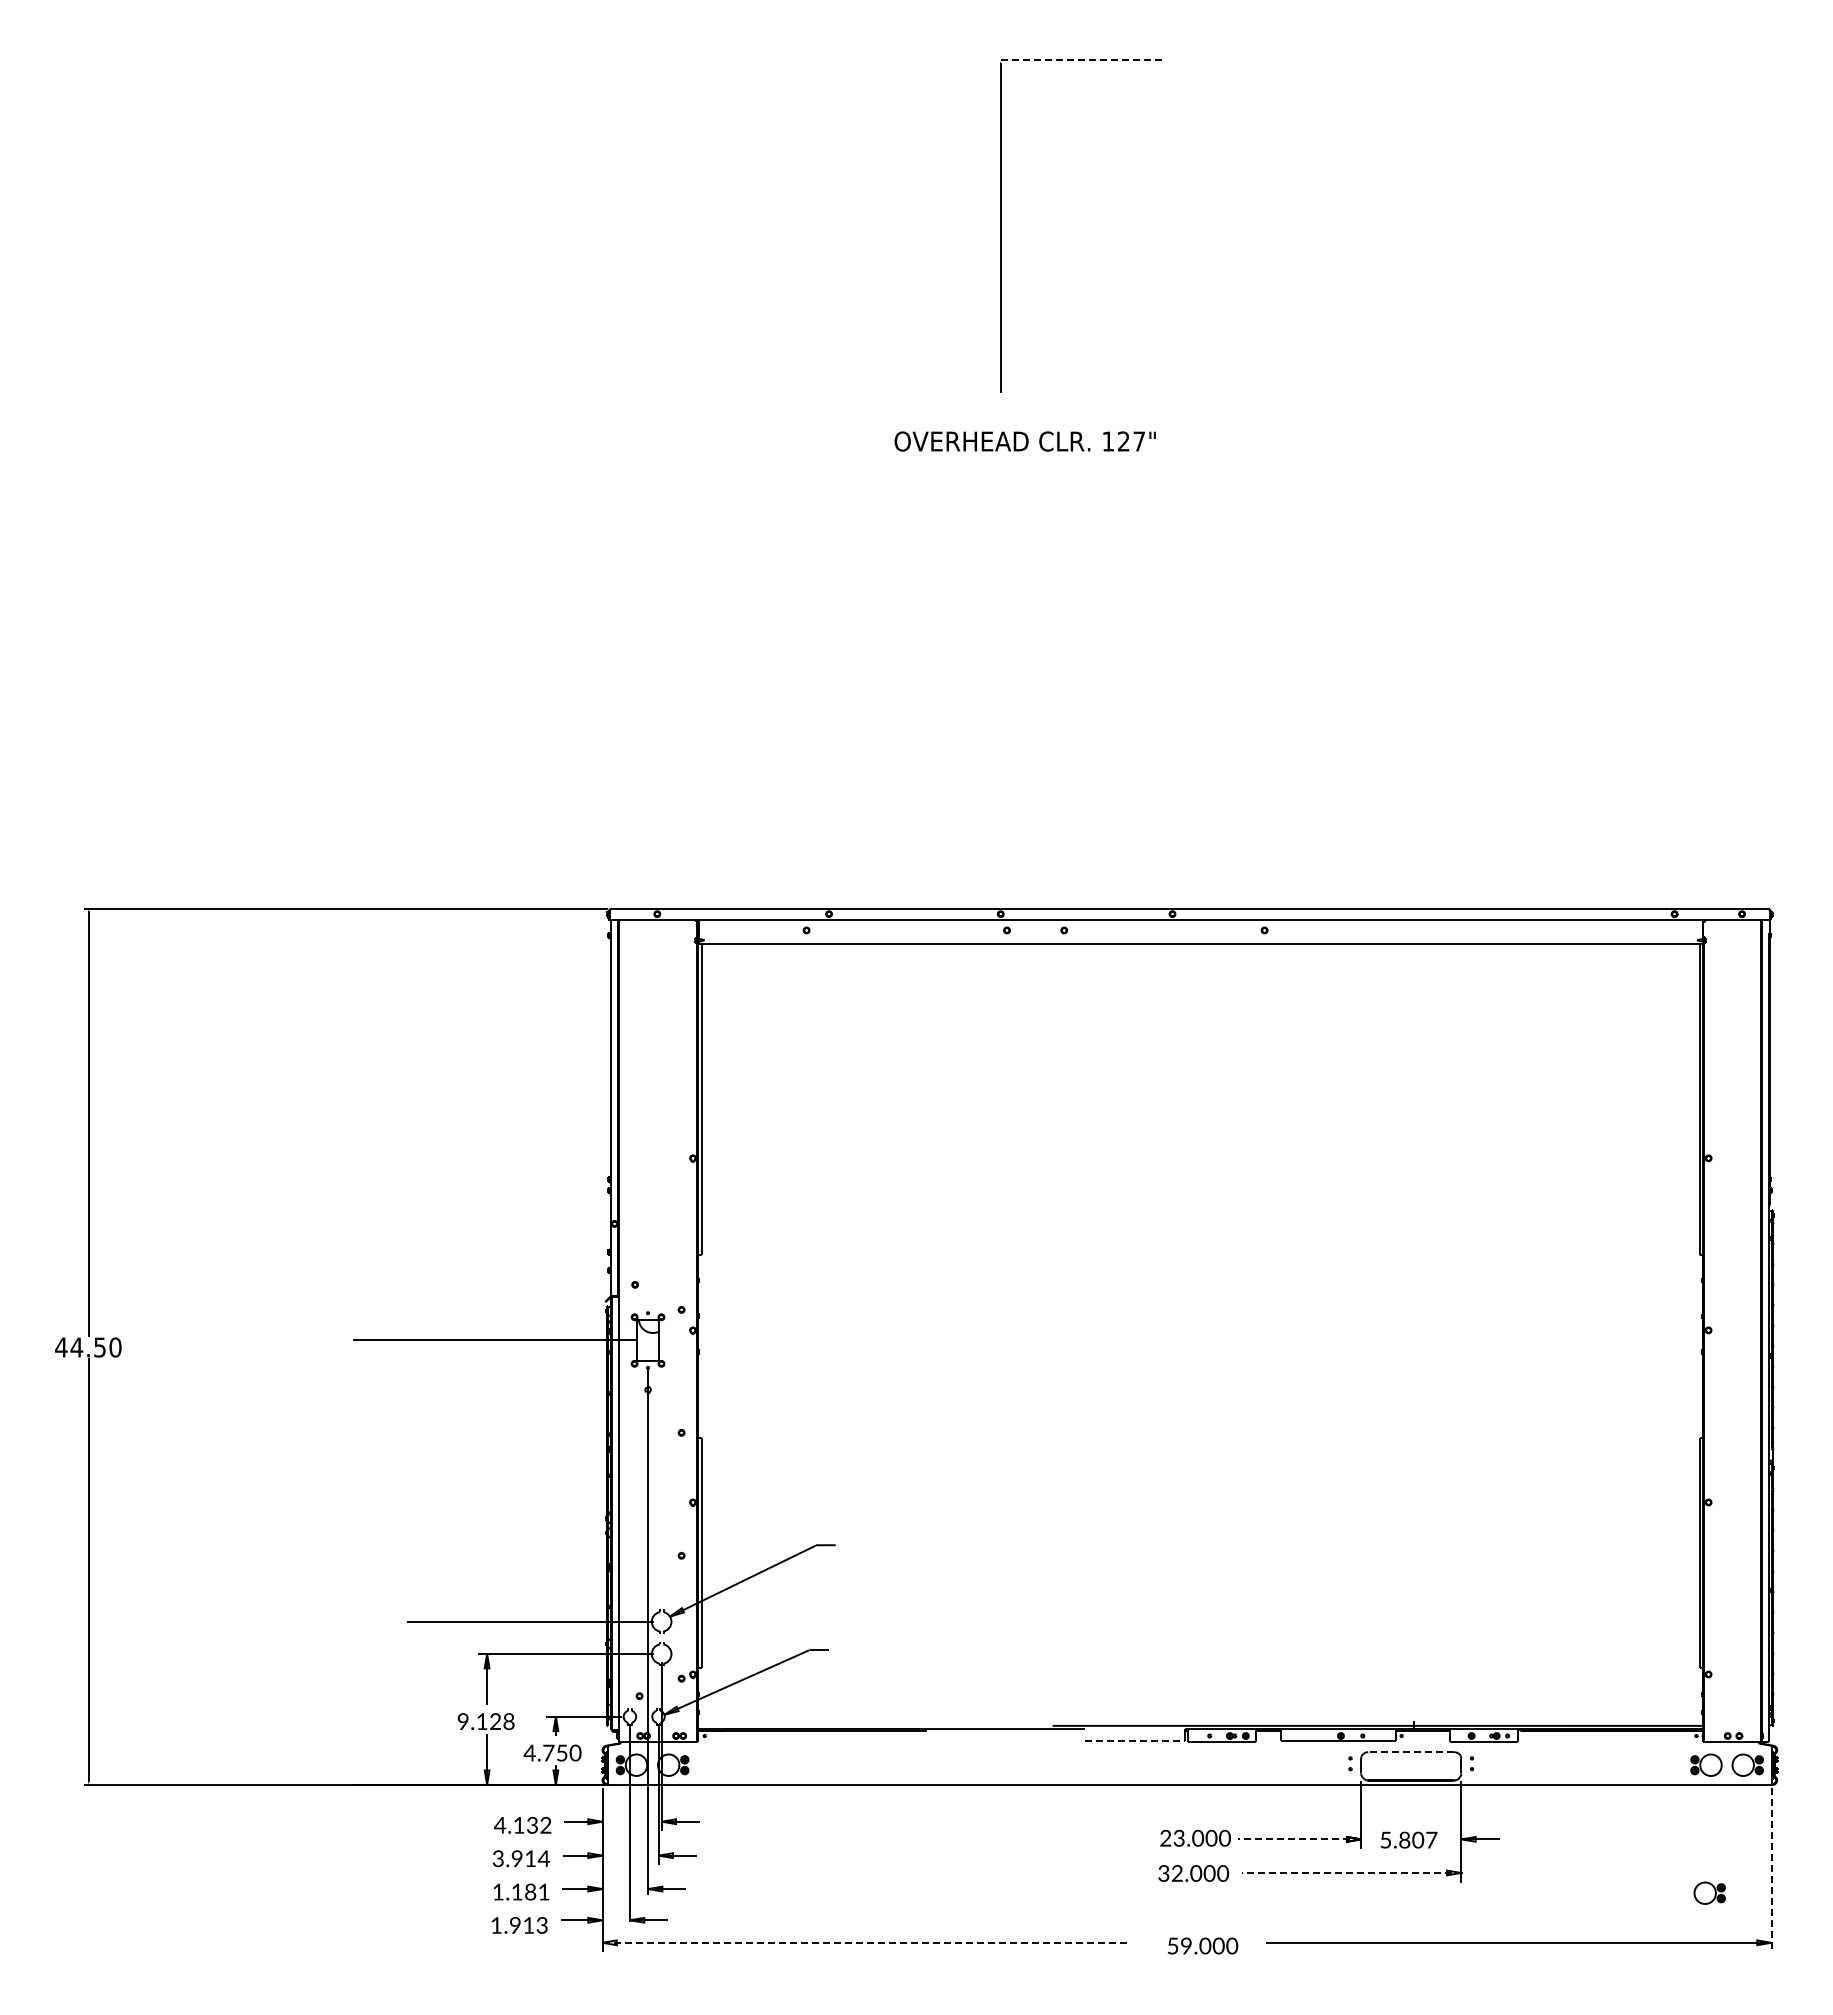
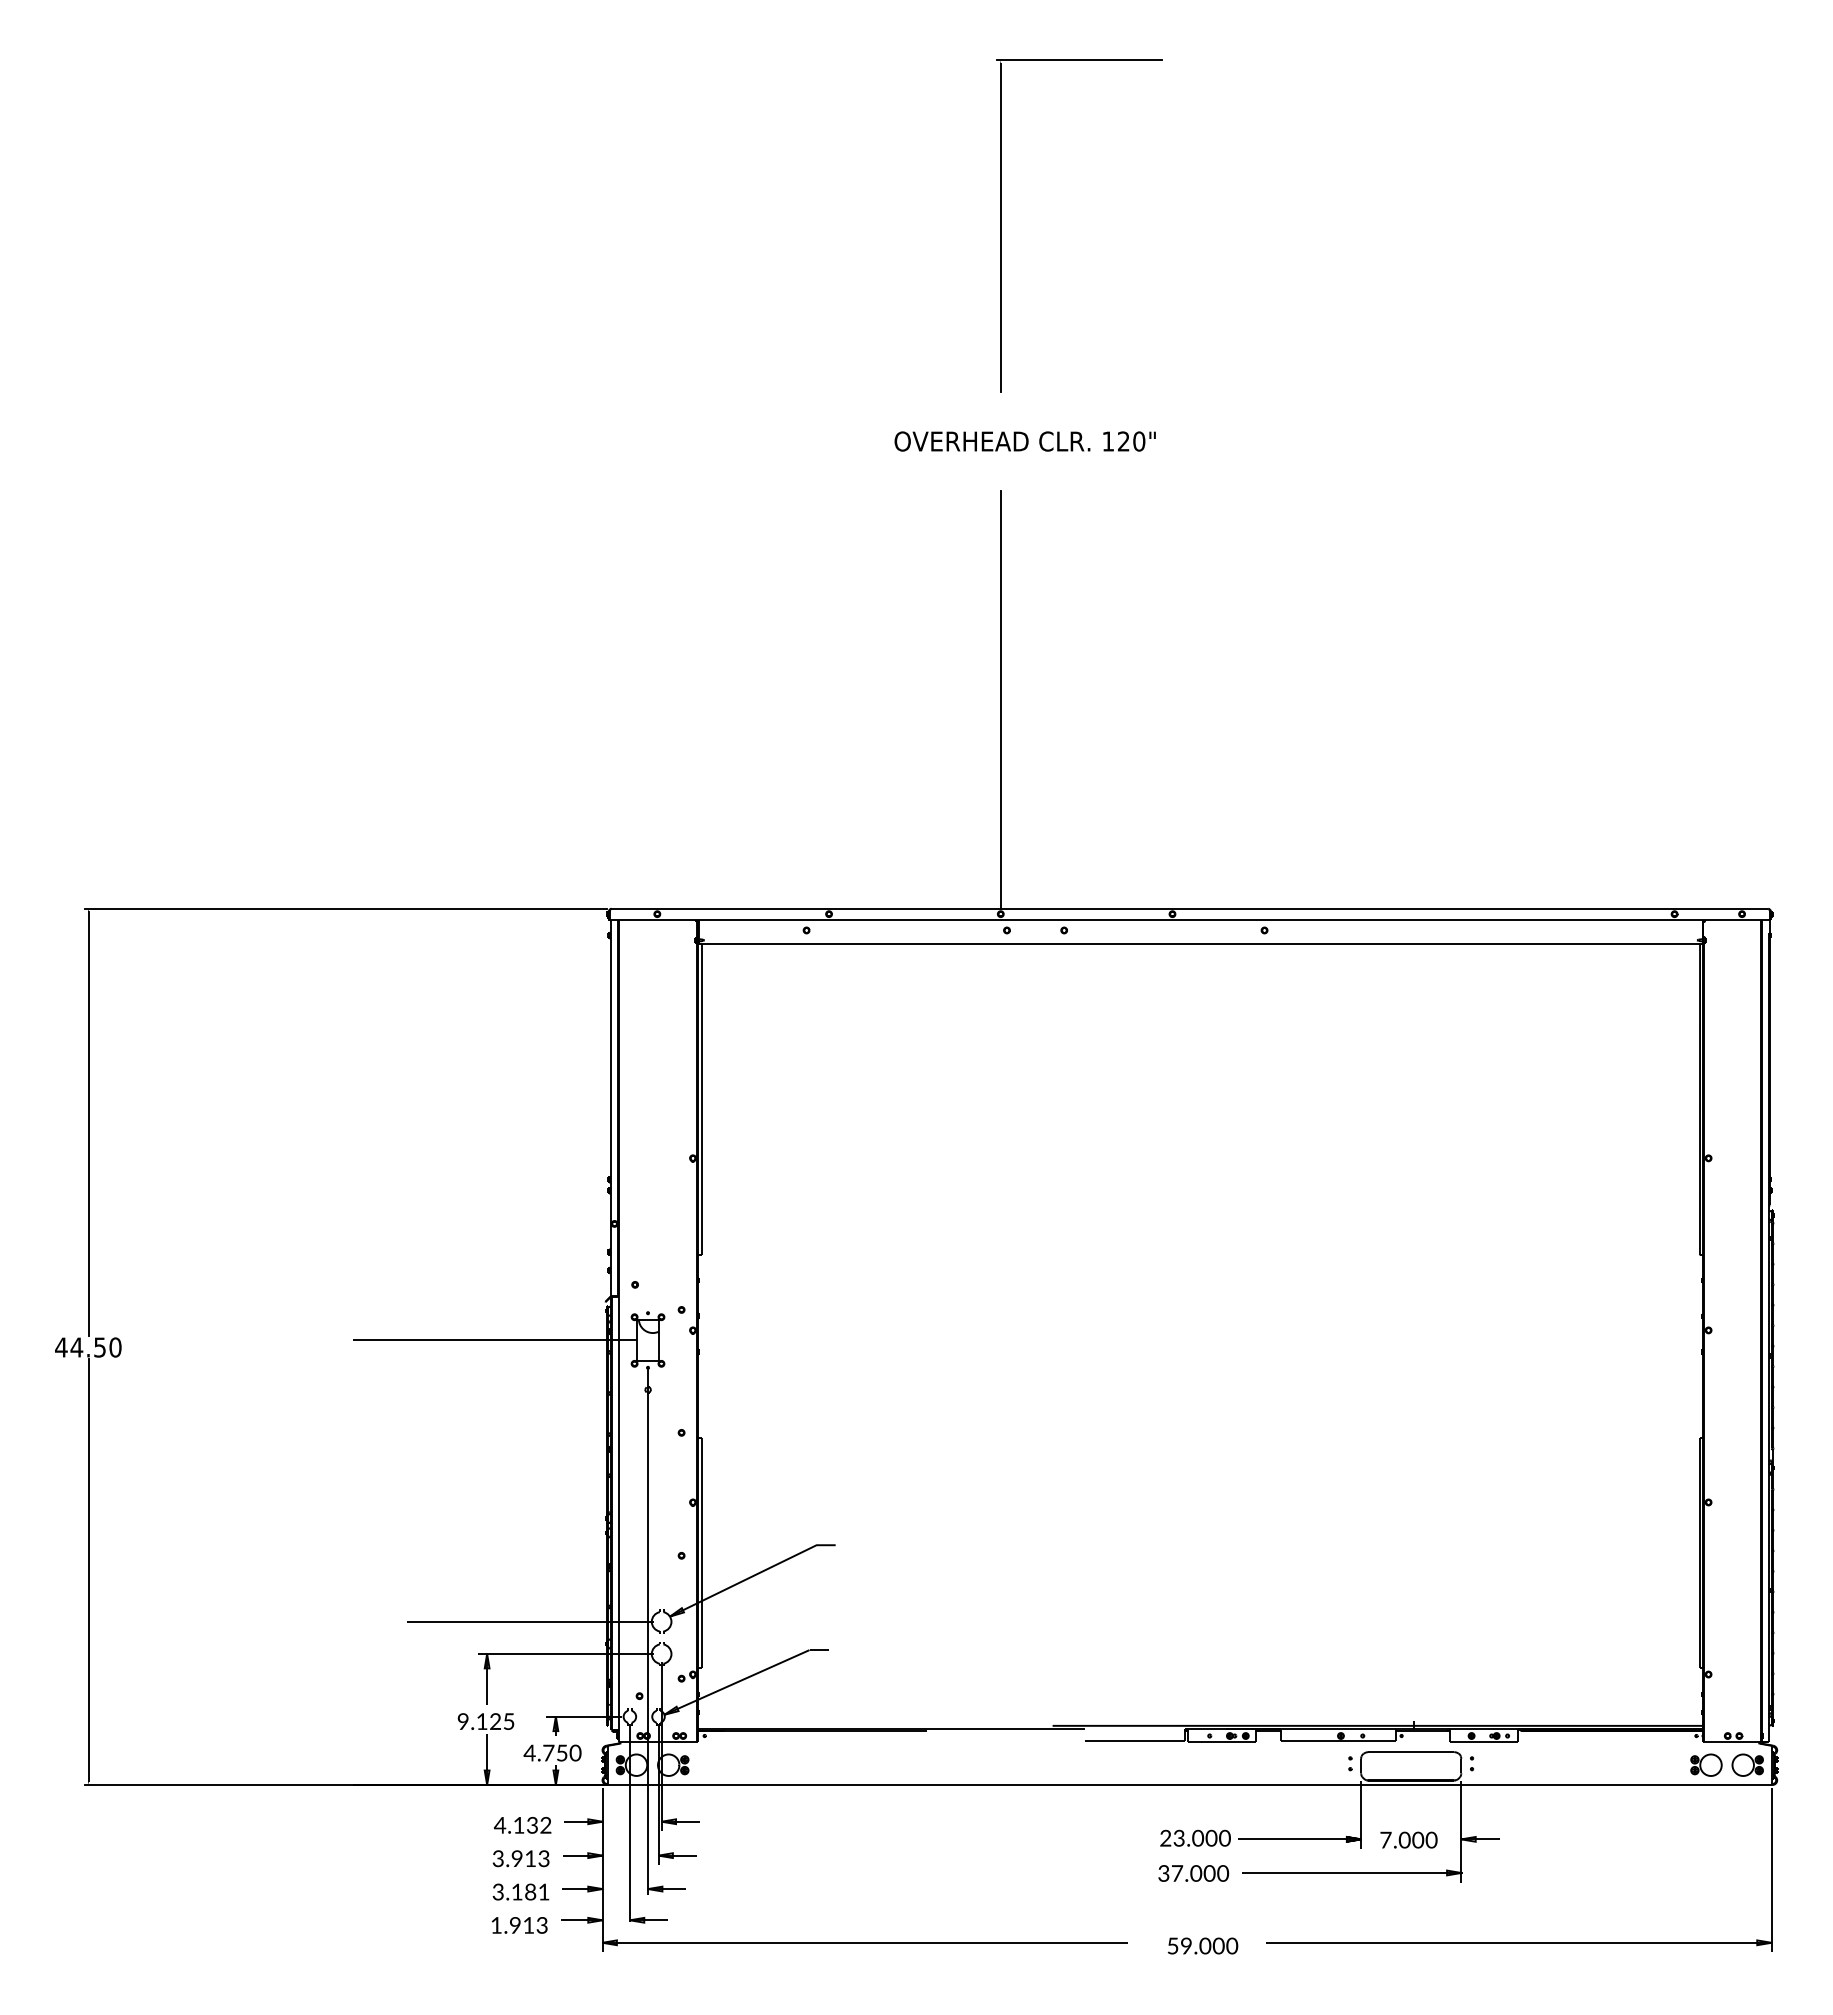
line at (1079, 60): dashed -> solid
text at (1139, 441): 127" -> 120"
line at (1000, 699): none -> present
text at (508, 1721): 9.128 -> 9.125
line at (1135, 1741): dashed -> solid
line at (1411, 1752): dashed -> solid
line at (1299, 1839): dashed -> solid
text at (1408, 1839): 5.807 -> 7.000
text at (543, 1858): 3.914 -> 3.913
line at (1771, 1870): dashed -> solid
line at (1352, 1872): dashed -> solid
text at (1177, 1873): 32.000 -> 37.000
text at (497, 1891): 1.181 -> 3.181
part at (1709, 1892): present -> none
line at (865, 1942): dashed -> solid
